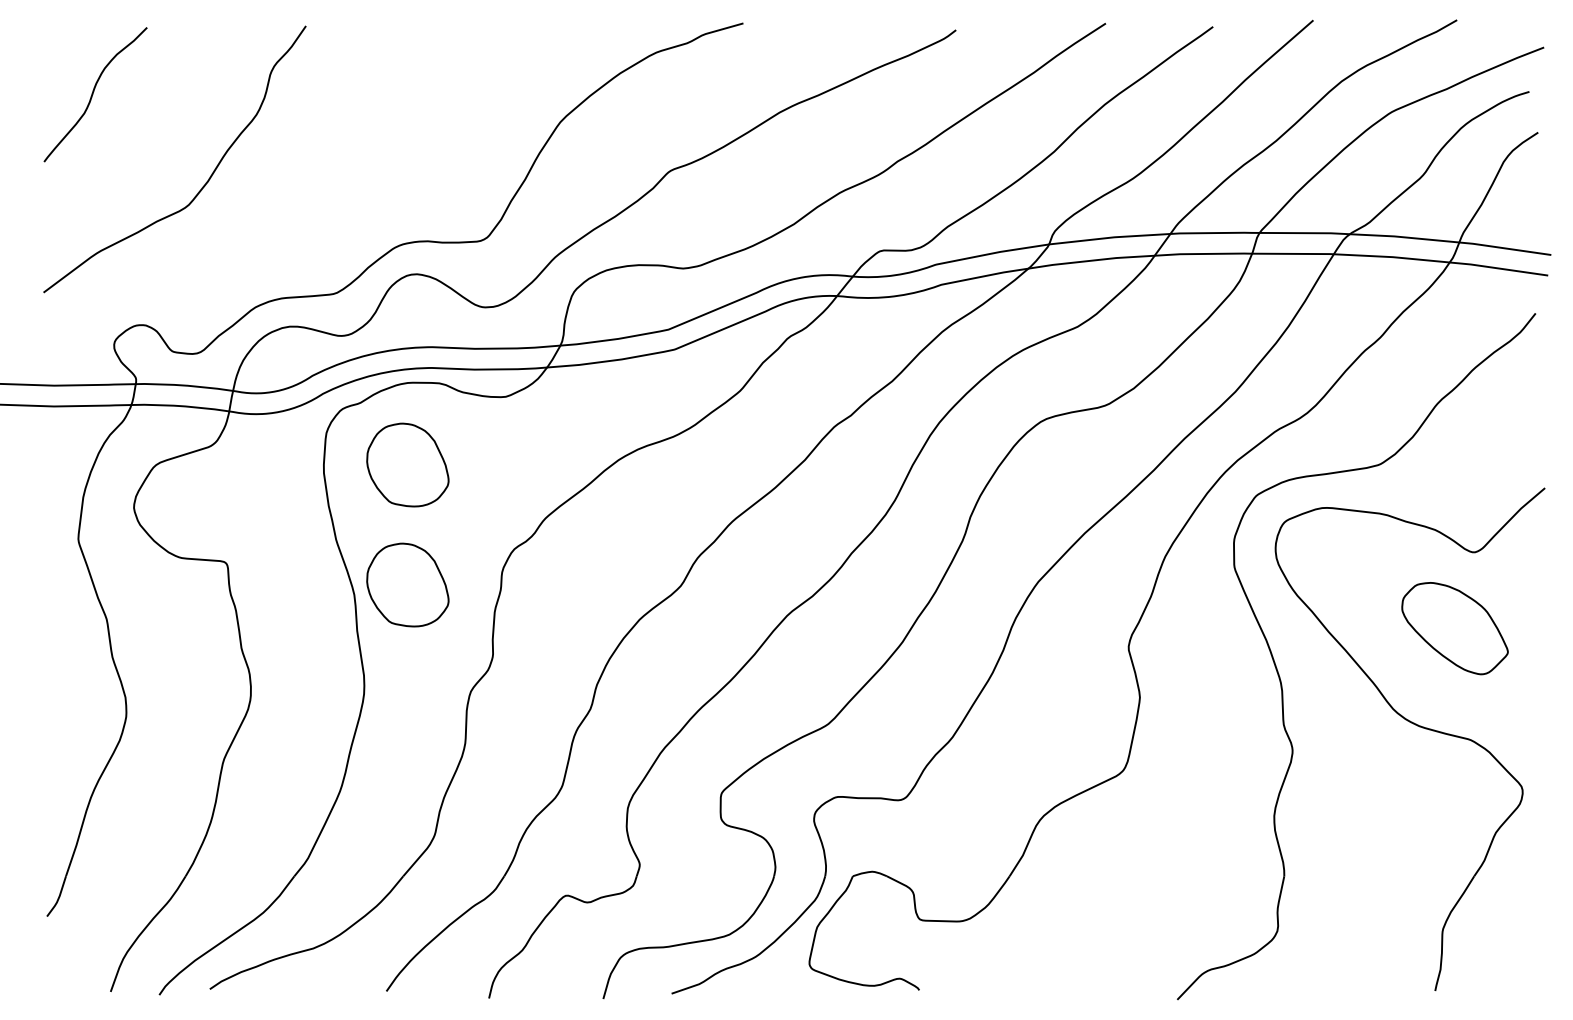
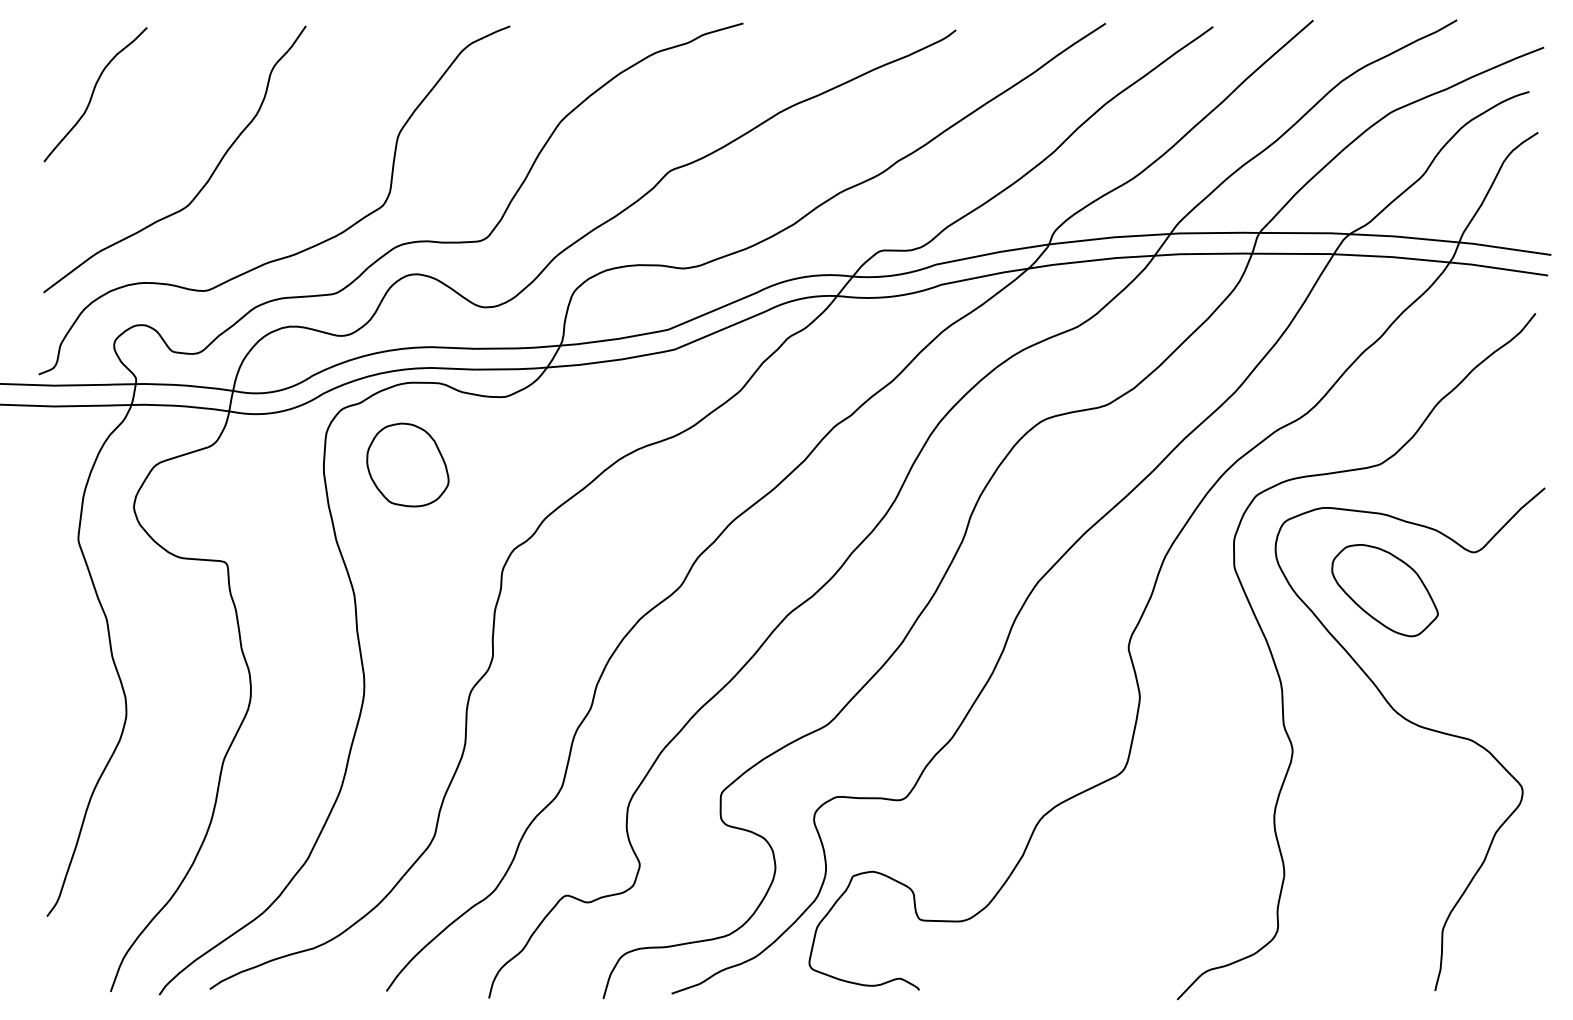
curve at (296, 252): none -> present
part at (407, 584): present -> none
part at (1454, 628) position: (1454, 628) -> (1384, 590)
